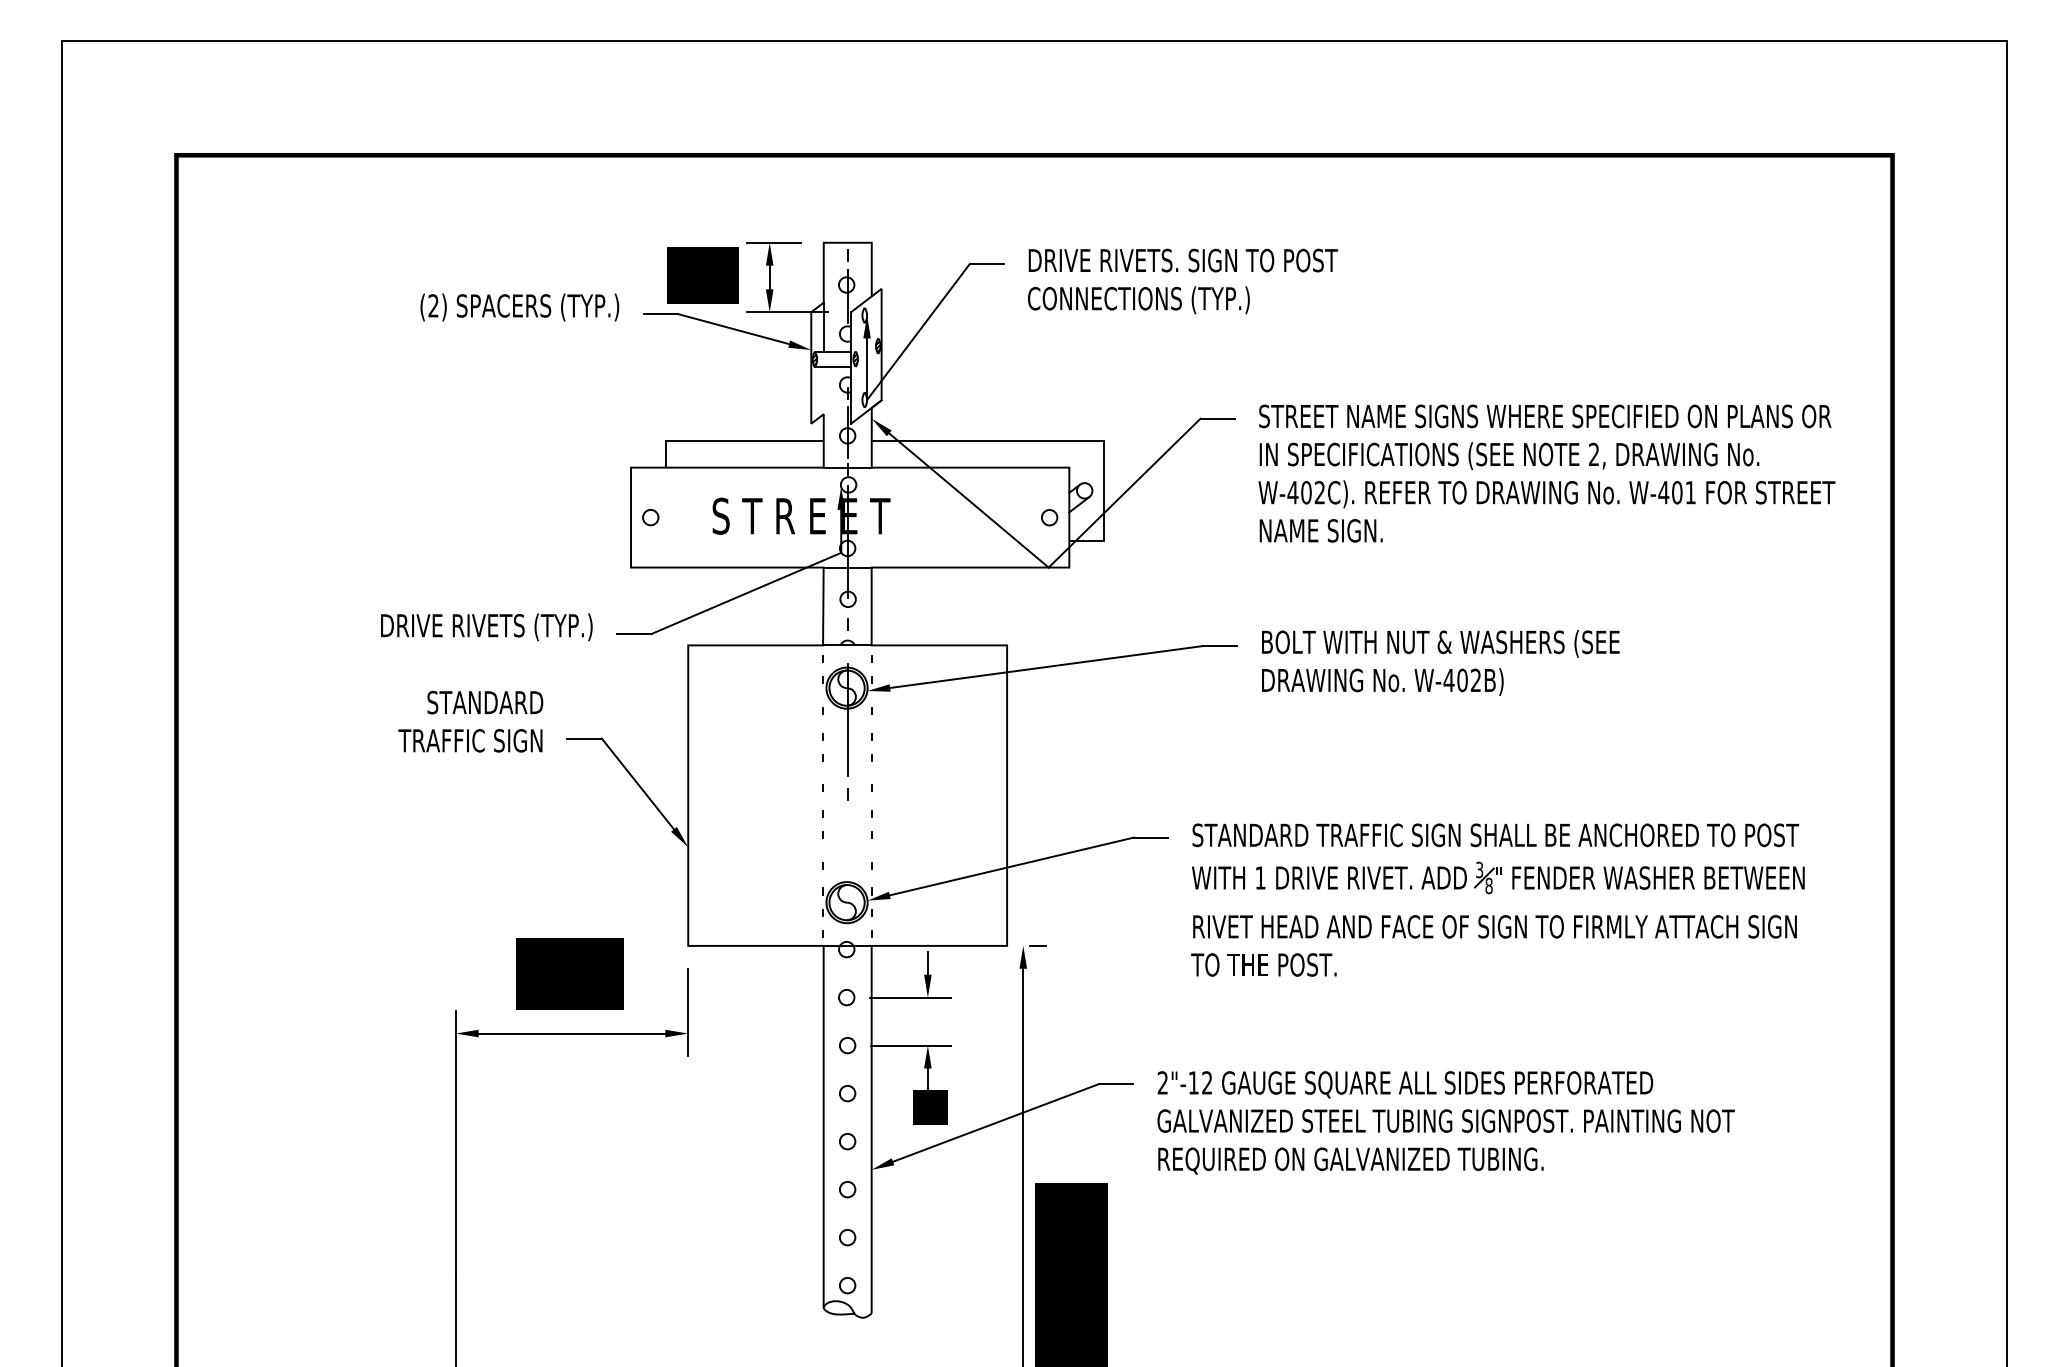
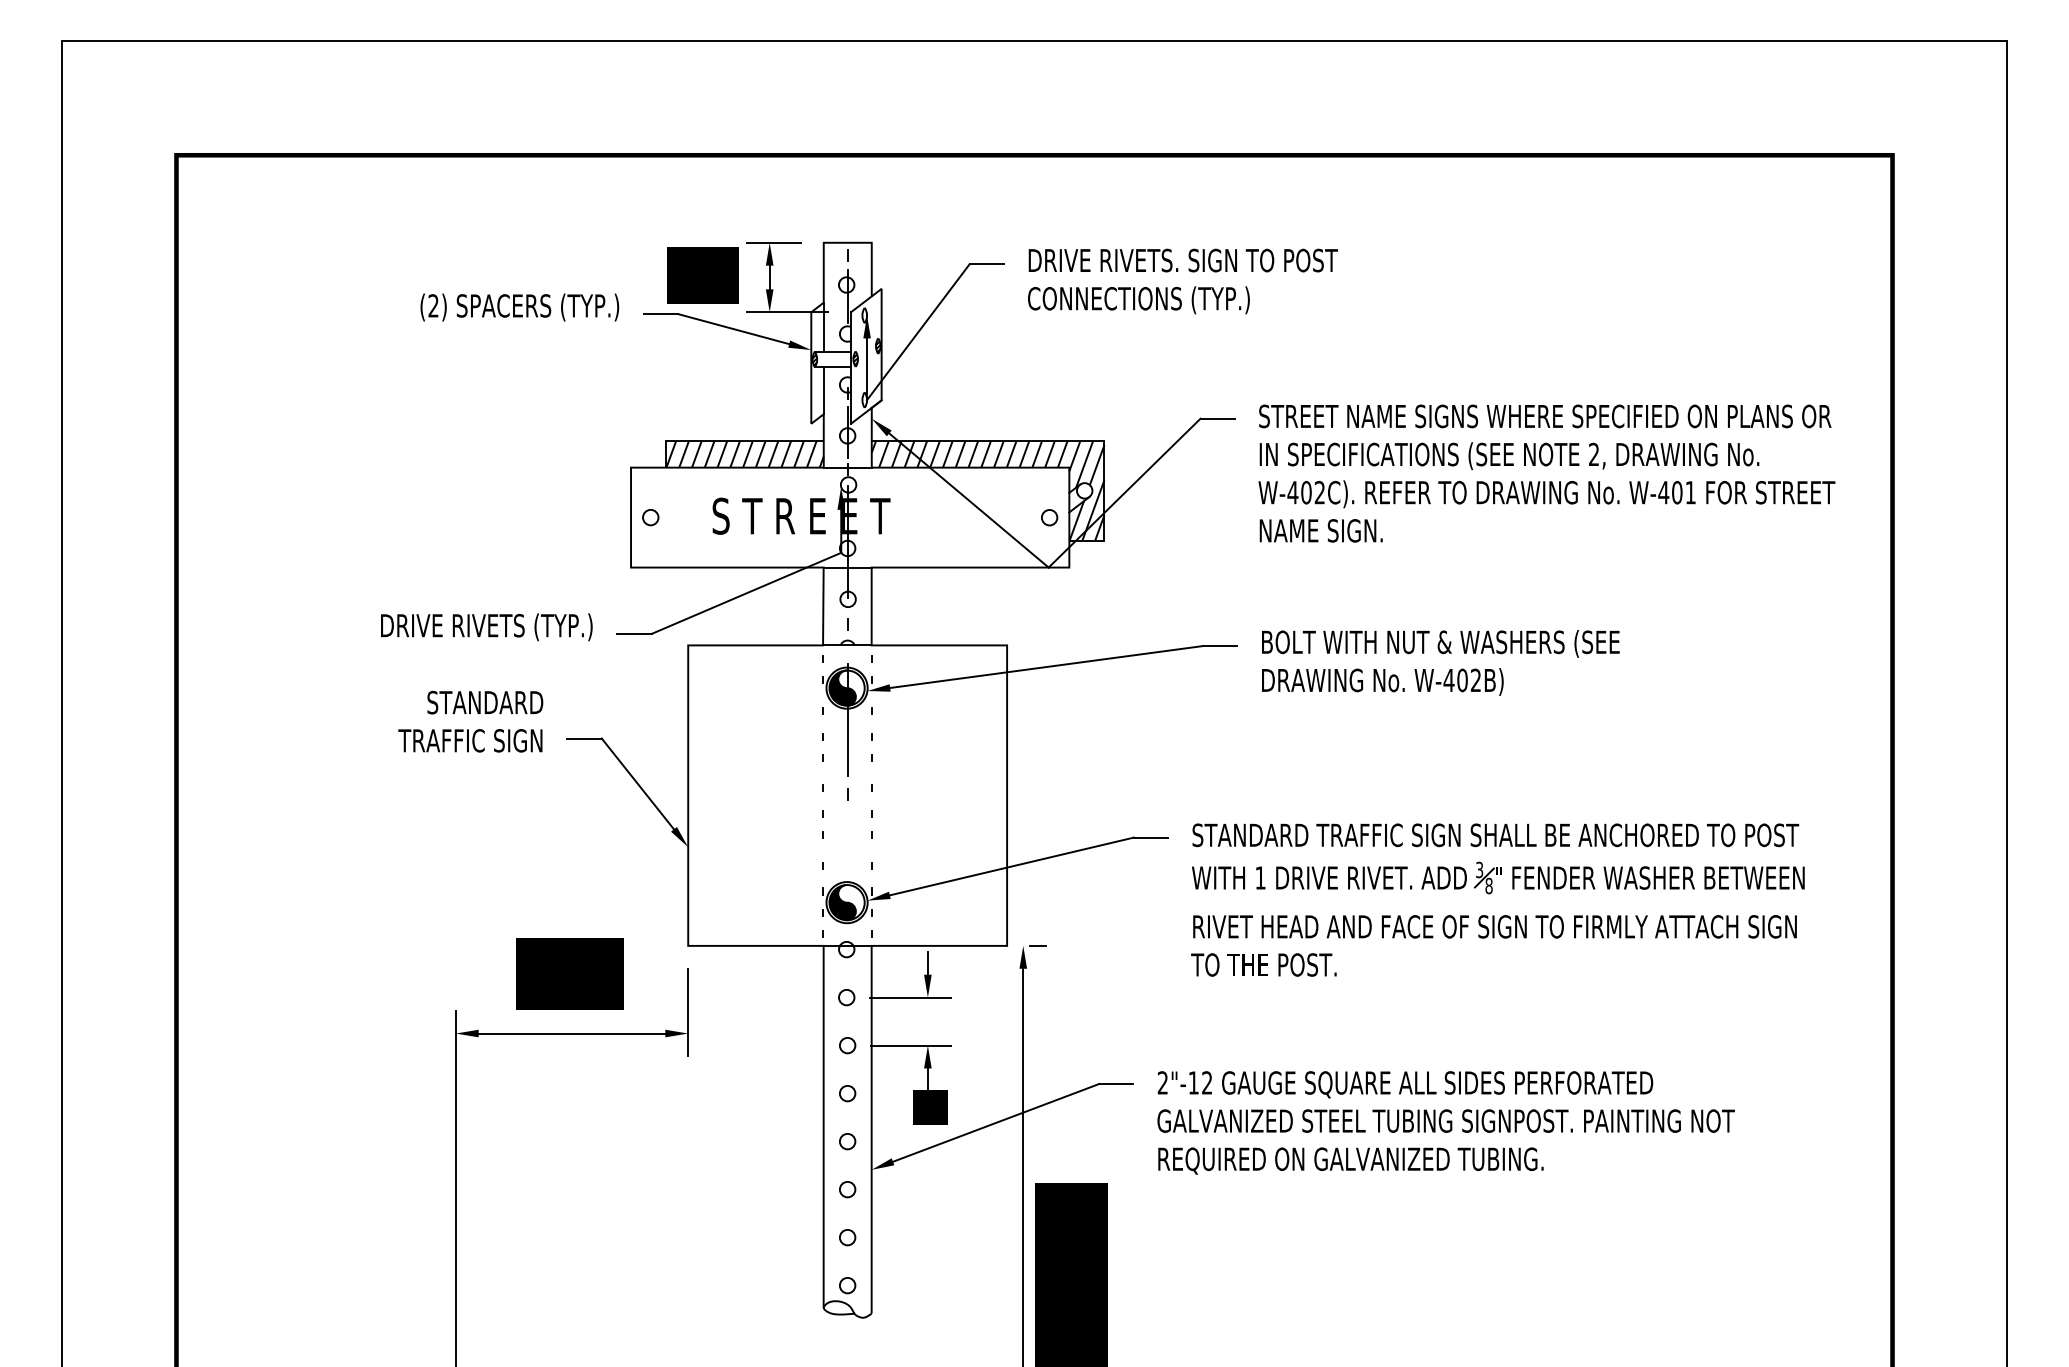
line at (823, 390): none -> present
hatch at (744, 453): none -> present
hatch at (987, 490): none -> present
fill at (842, 687): none -> present
fill at (842, 902): none -> present
